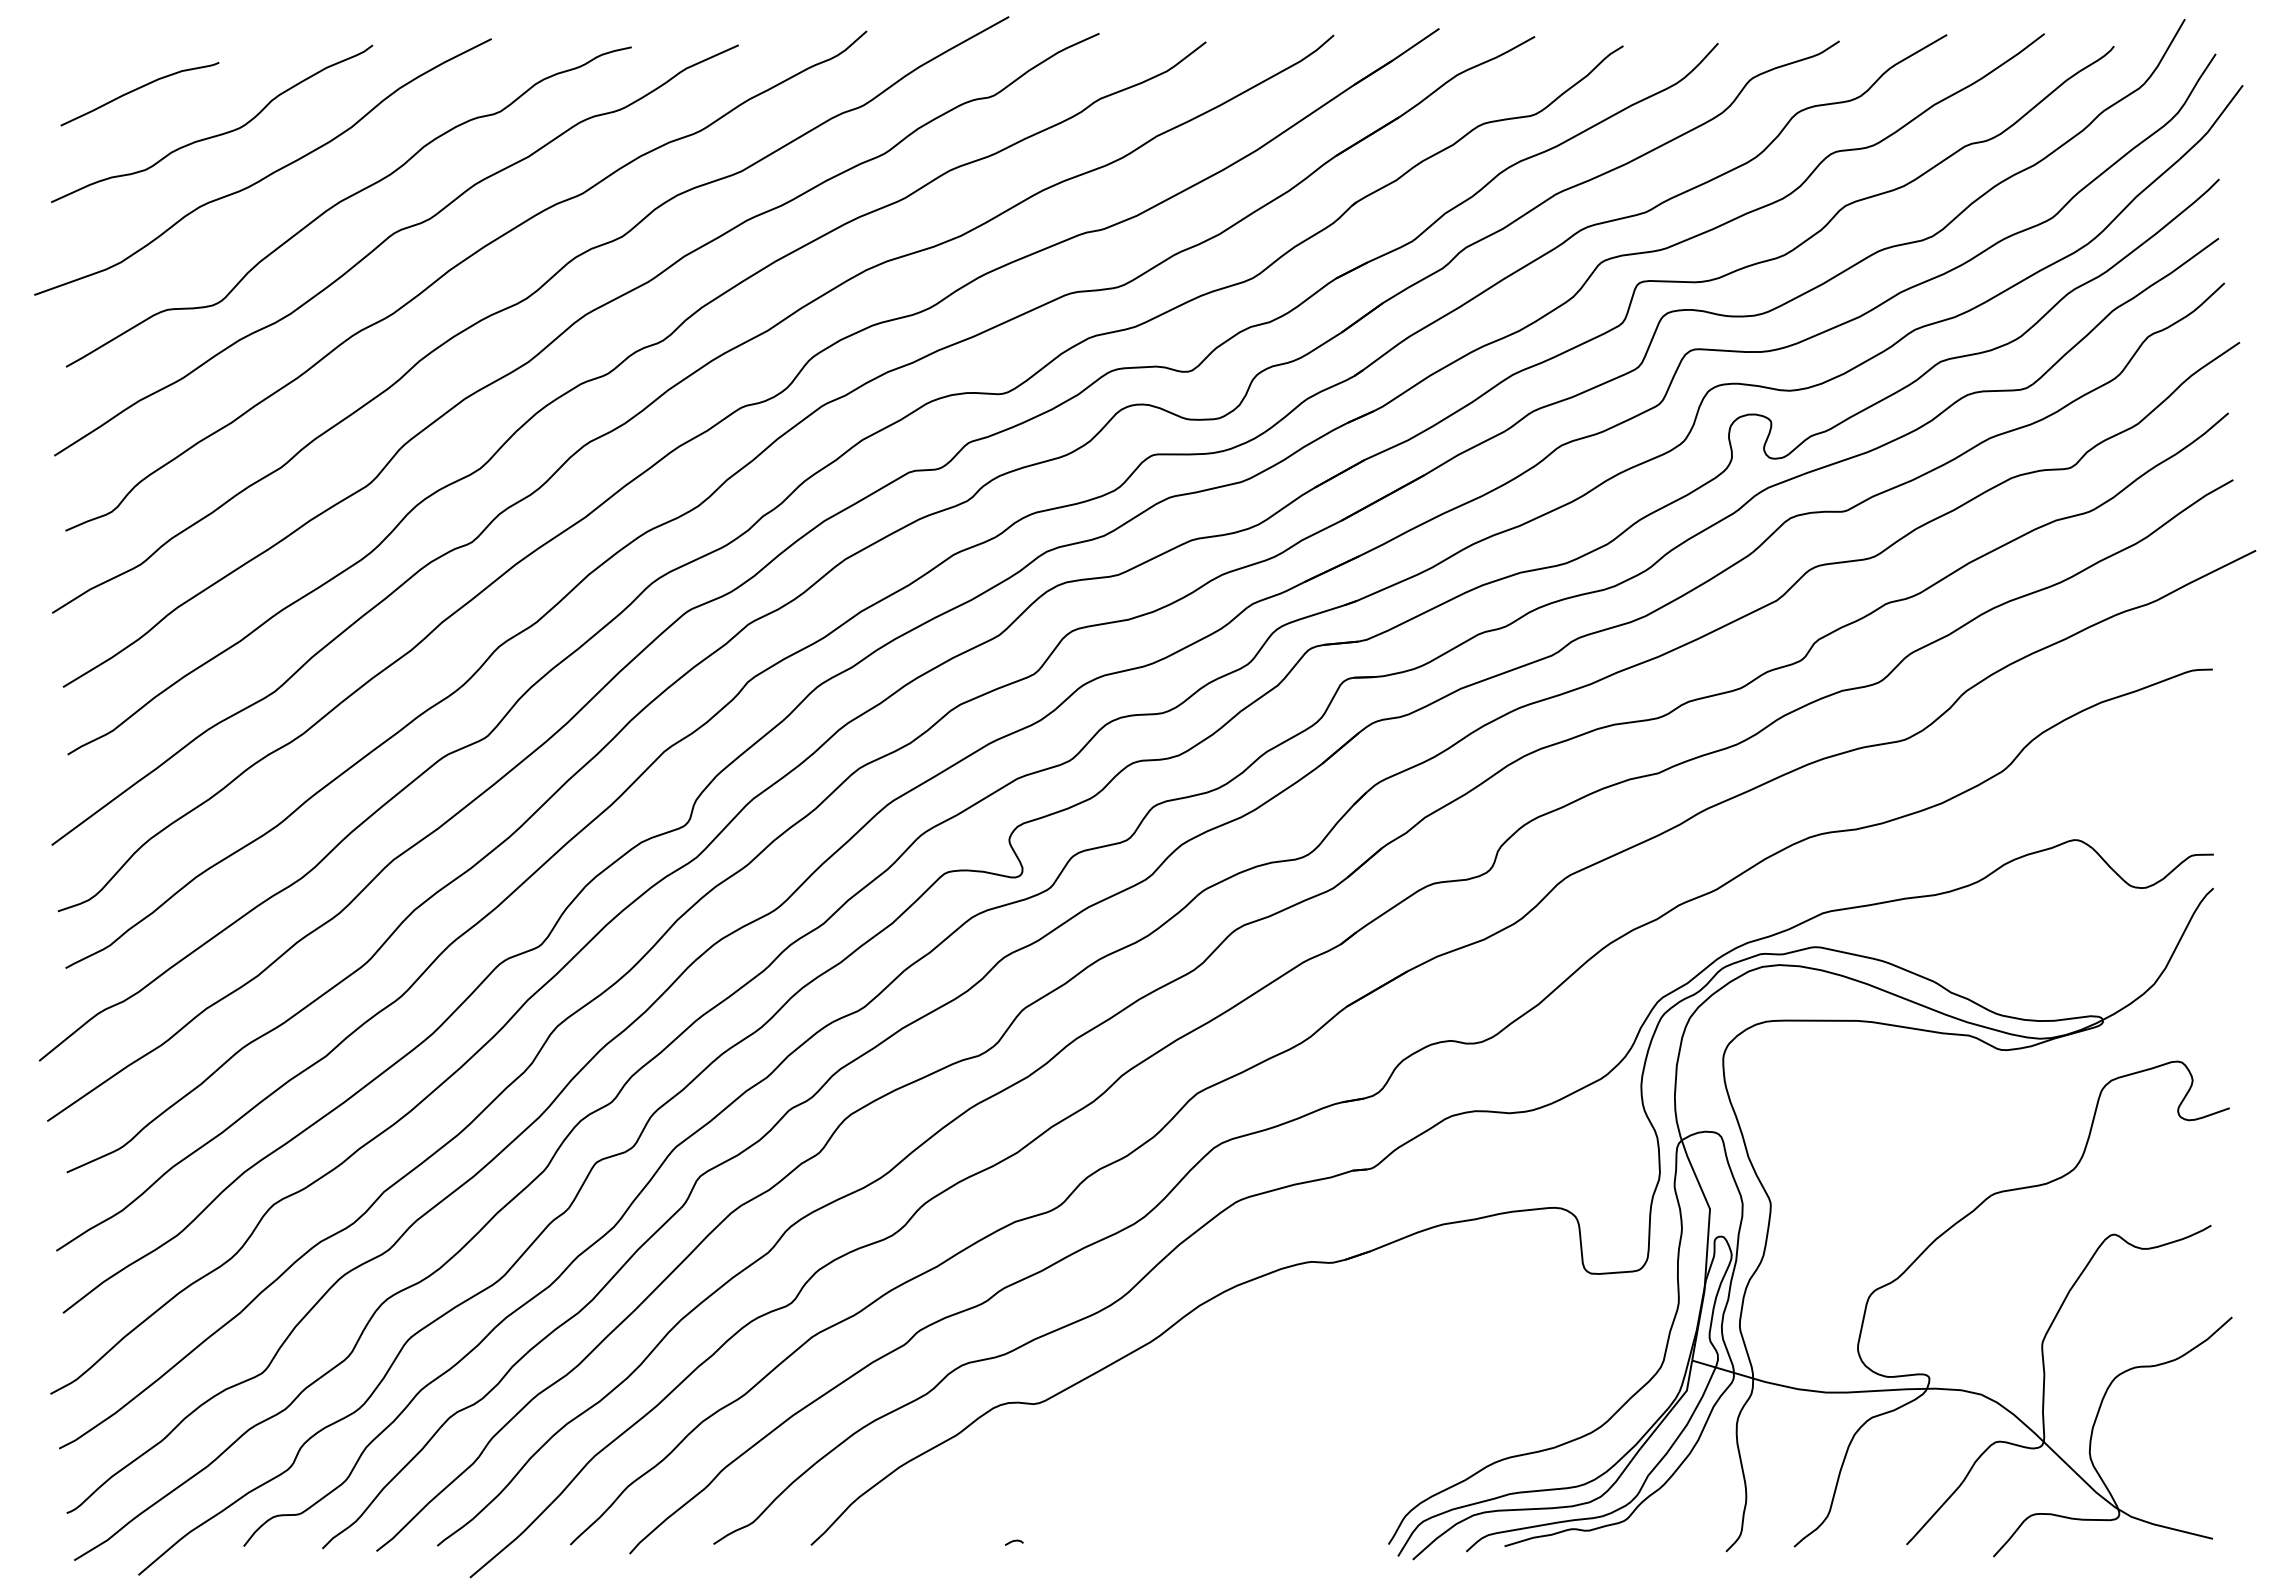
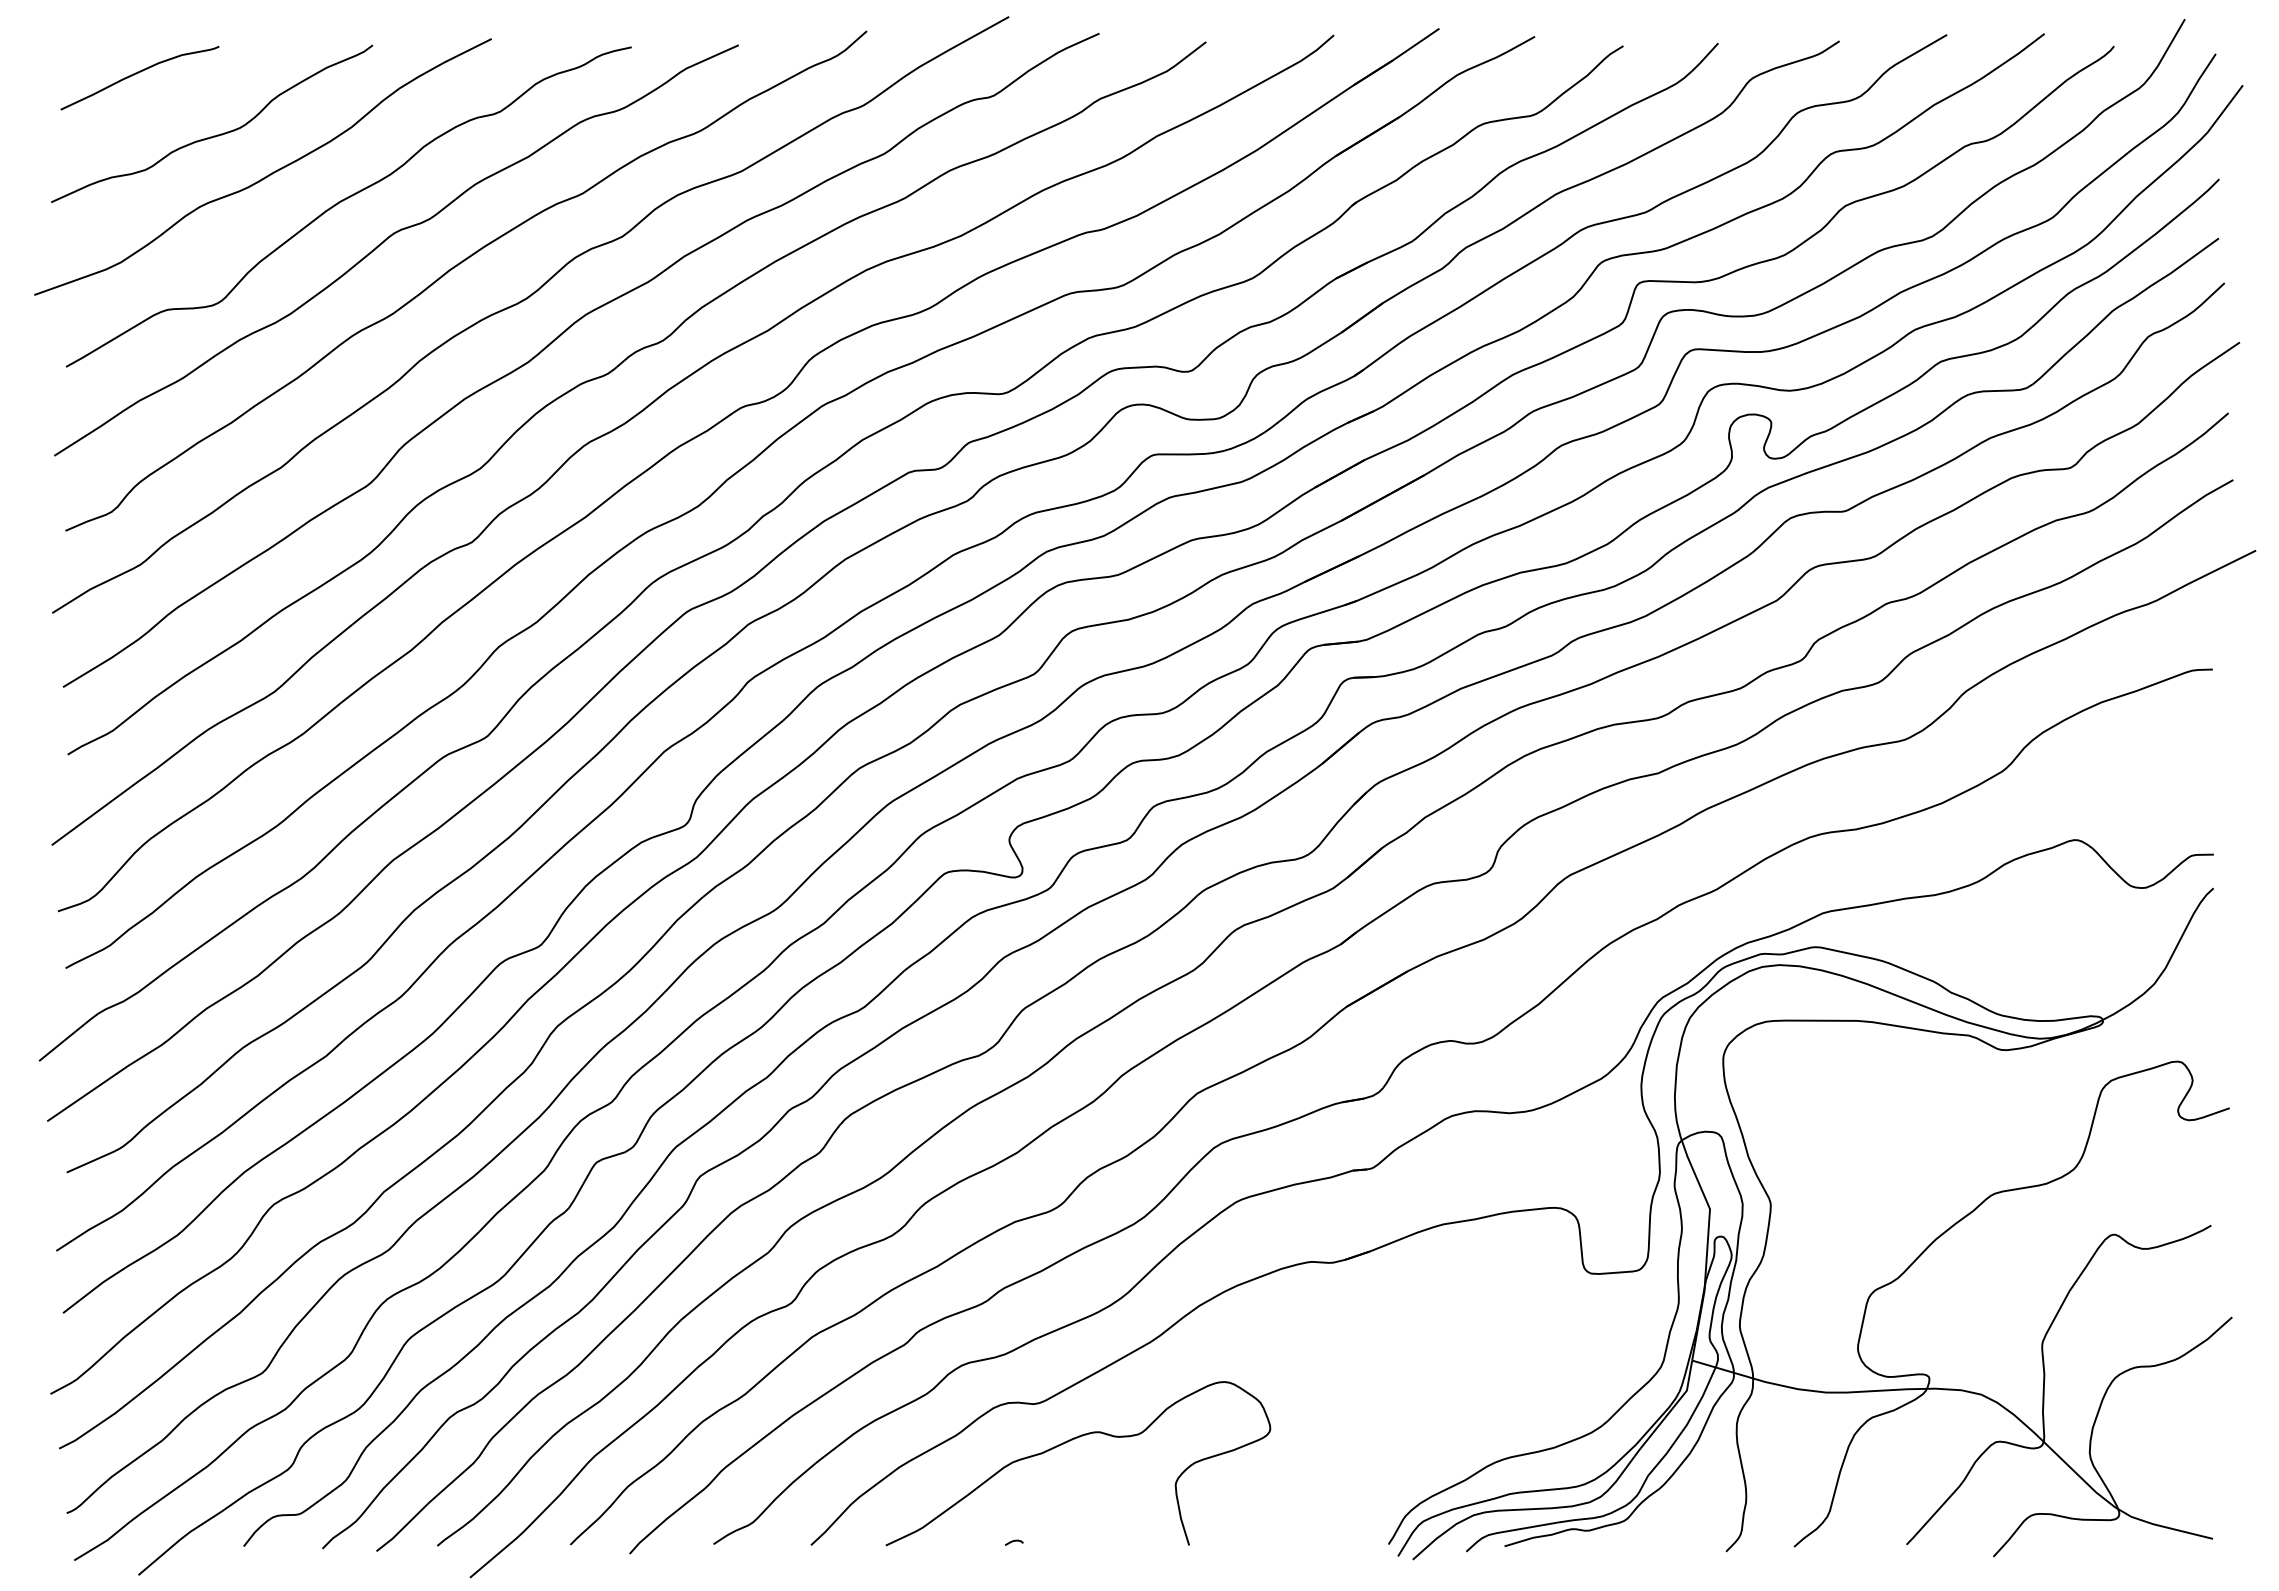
curve at (136, 90) position: (136, 90) -> (136, 74)
curve at (1068, 1442): none -> present
